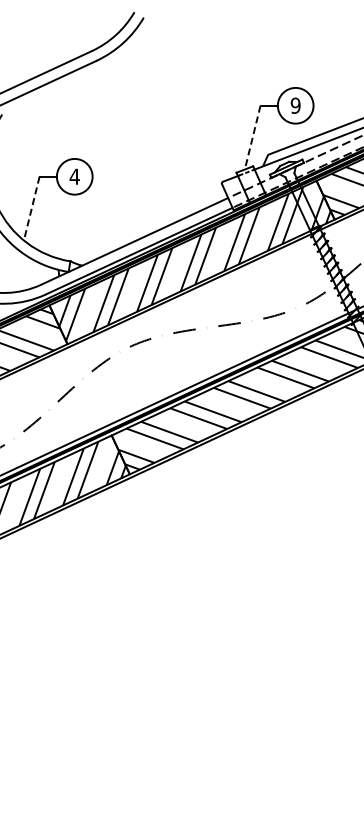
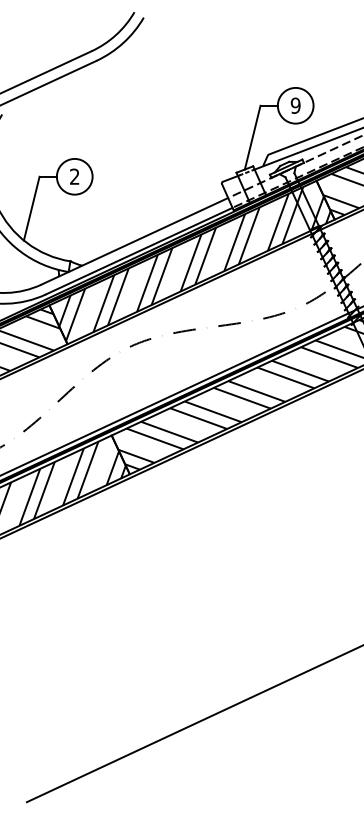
line at (252, 137): dashed -> solid
text at (74, 176): 4 -> 2
line at (31, 208): dashed -> solid
line at (193, 724): none -> present
